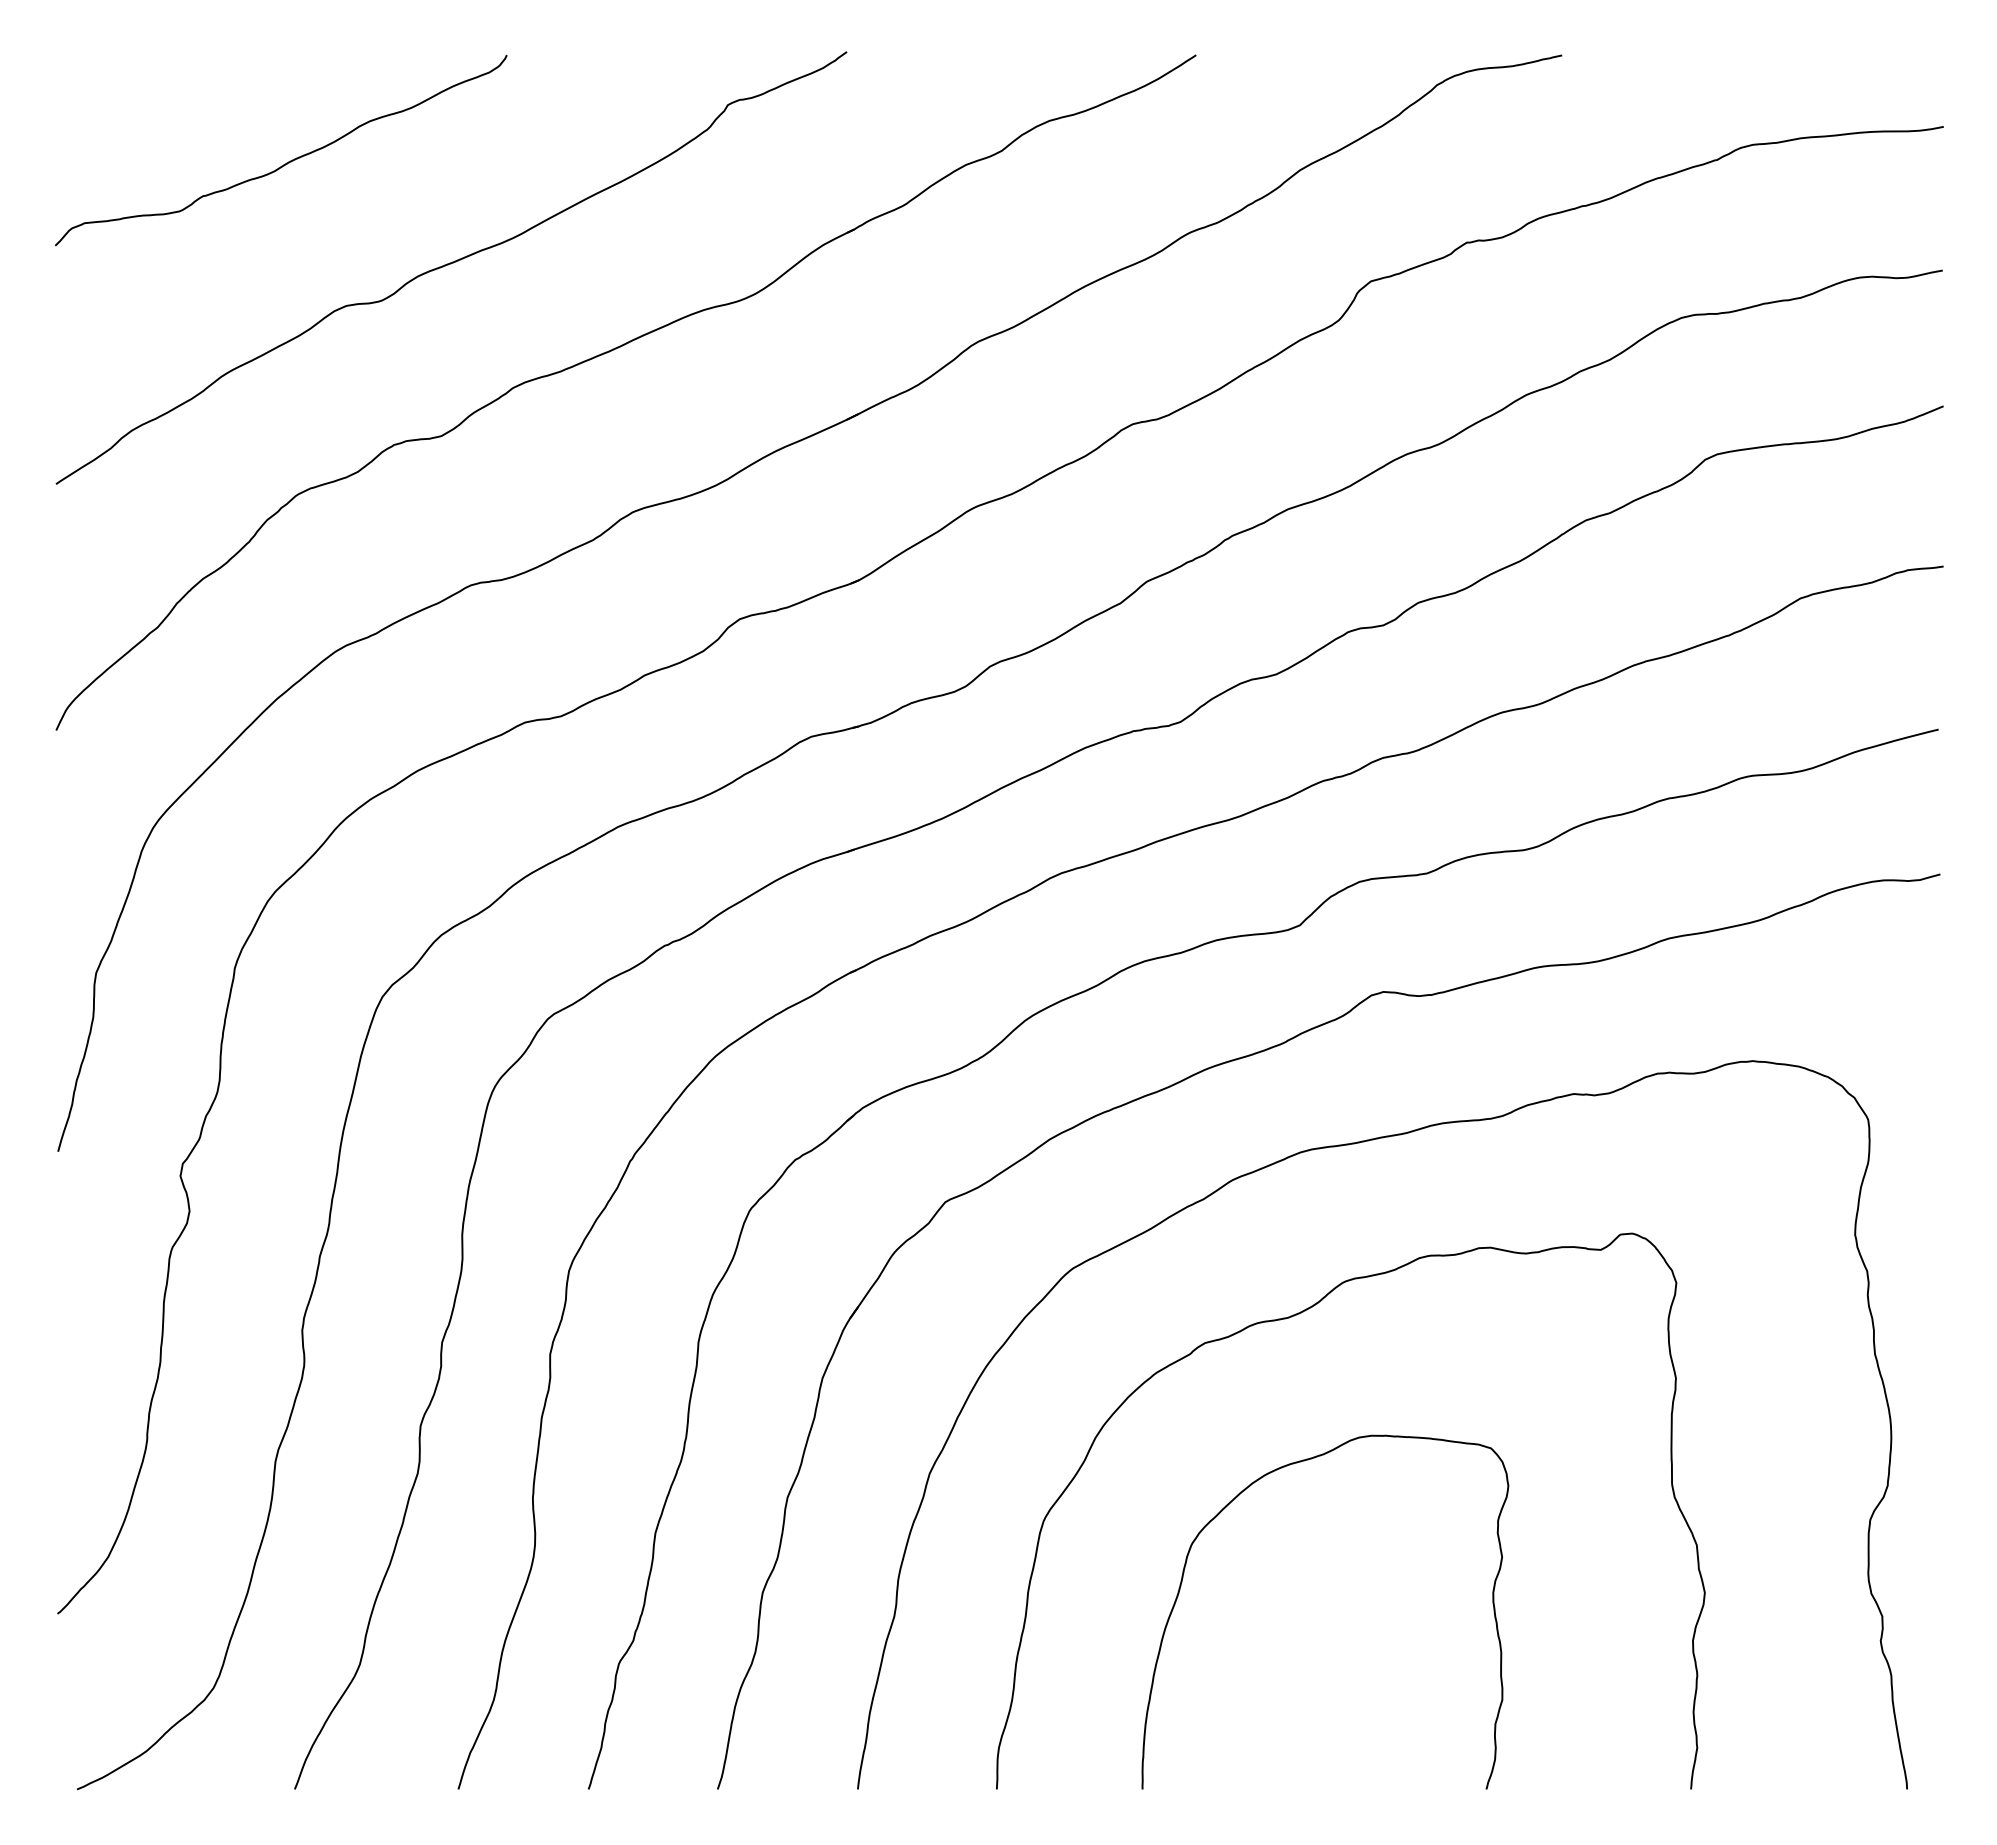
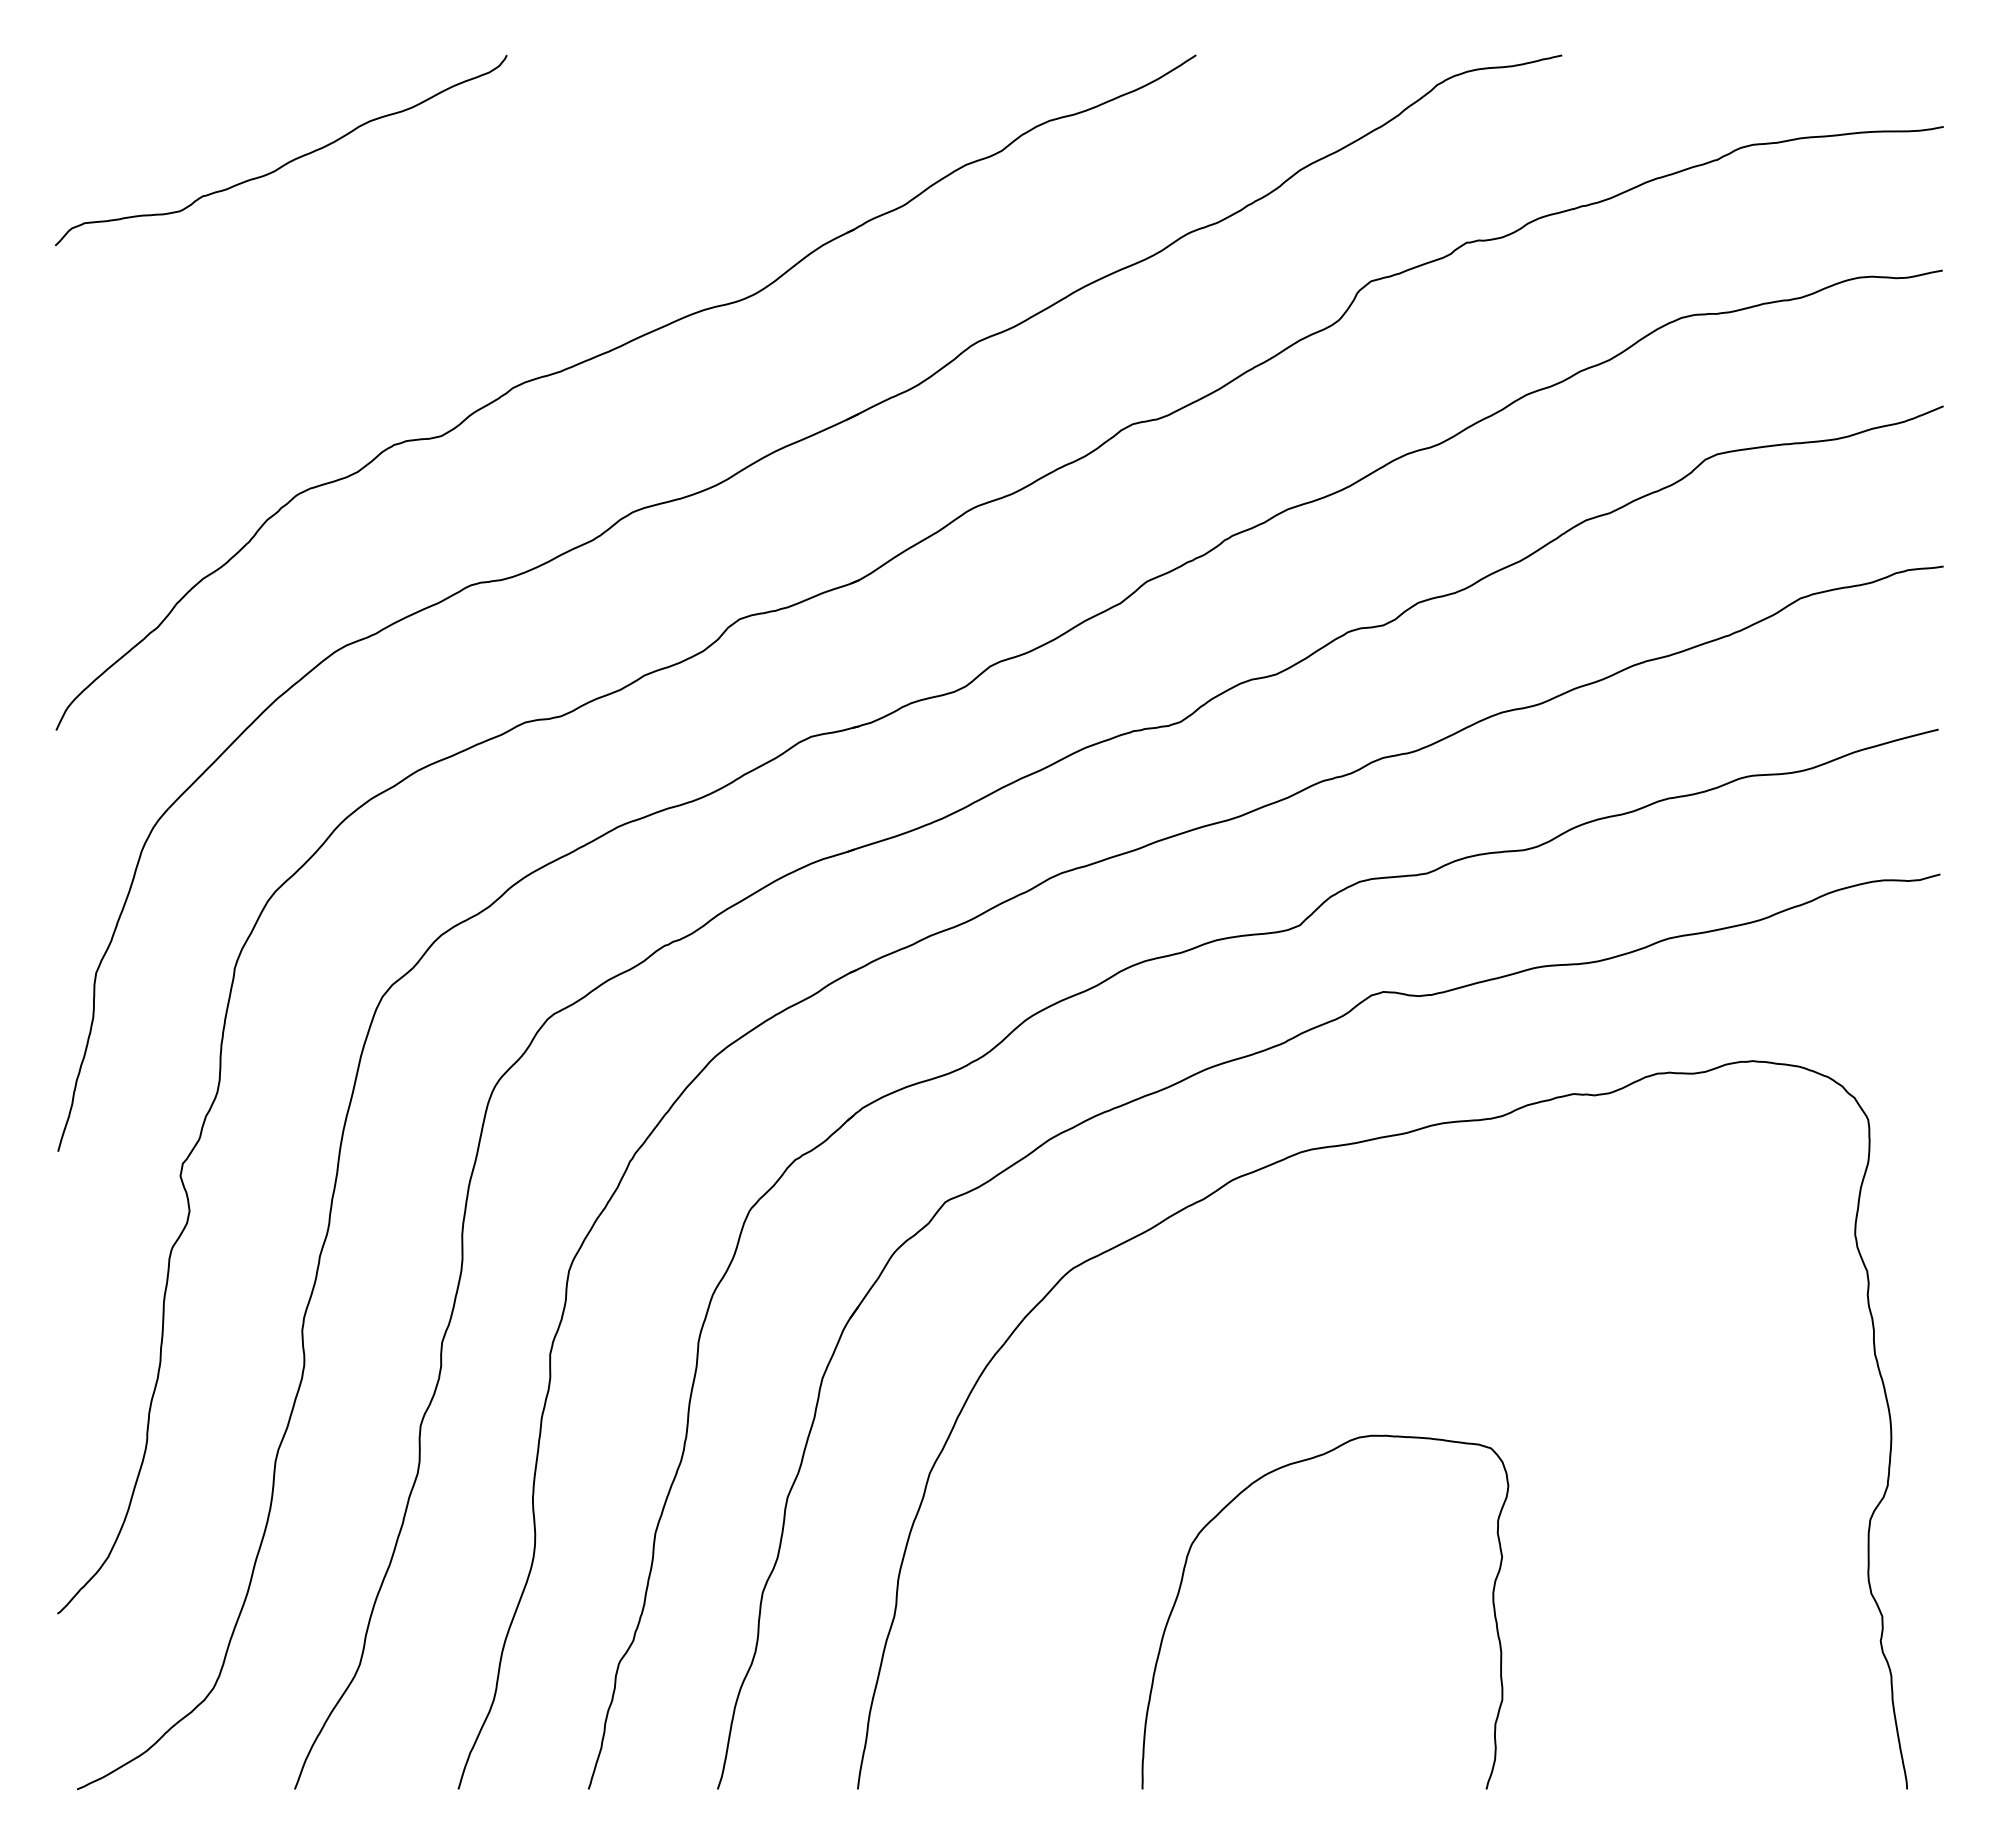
curve at (451, 264): present -> none
curve at (1289, 1318): present -> none
